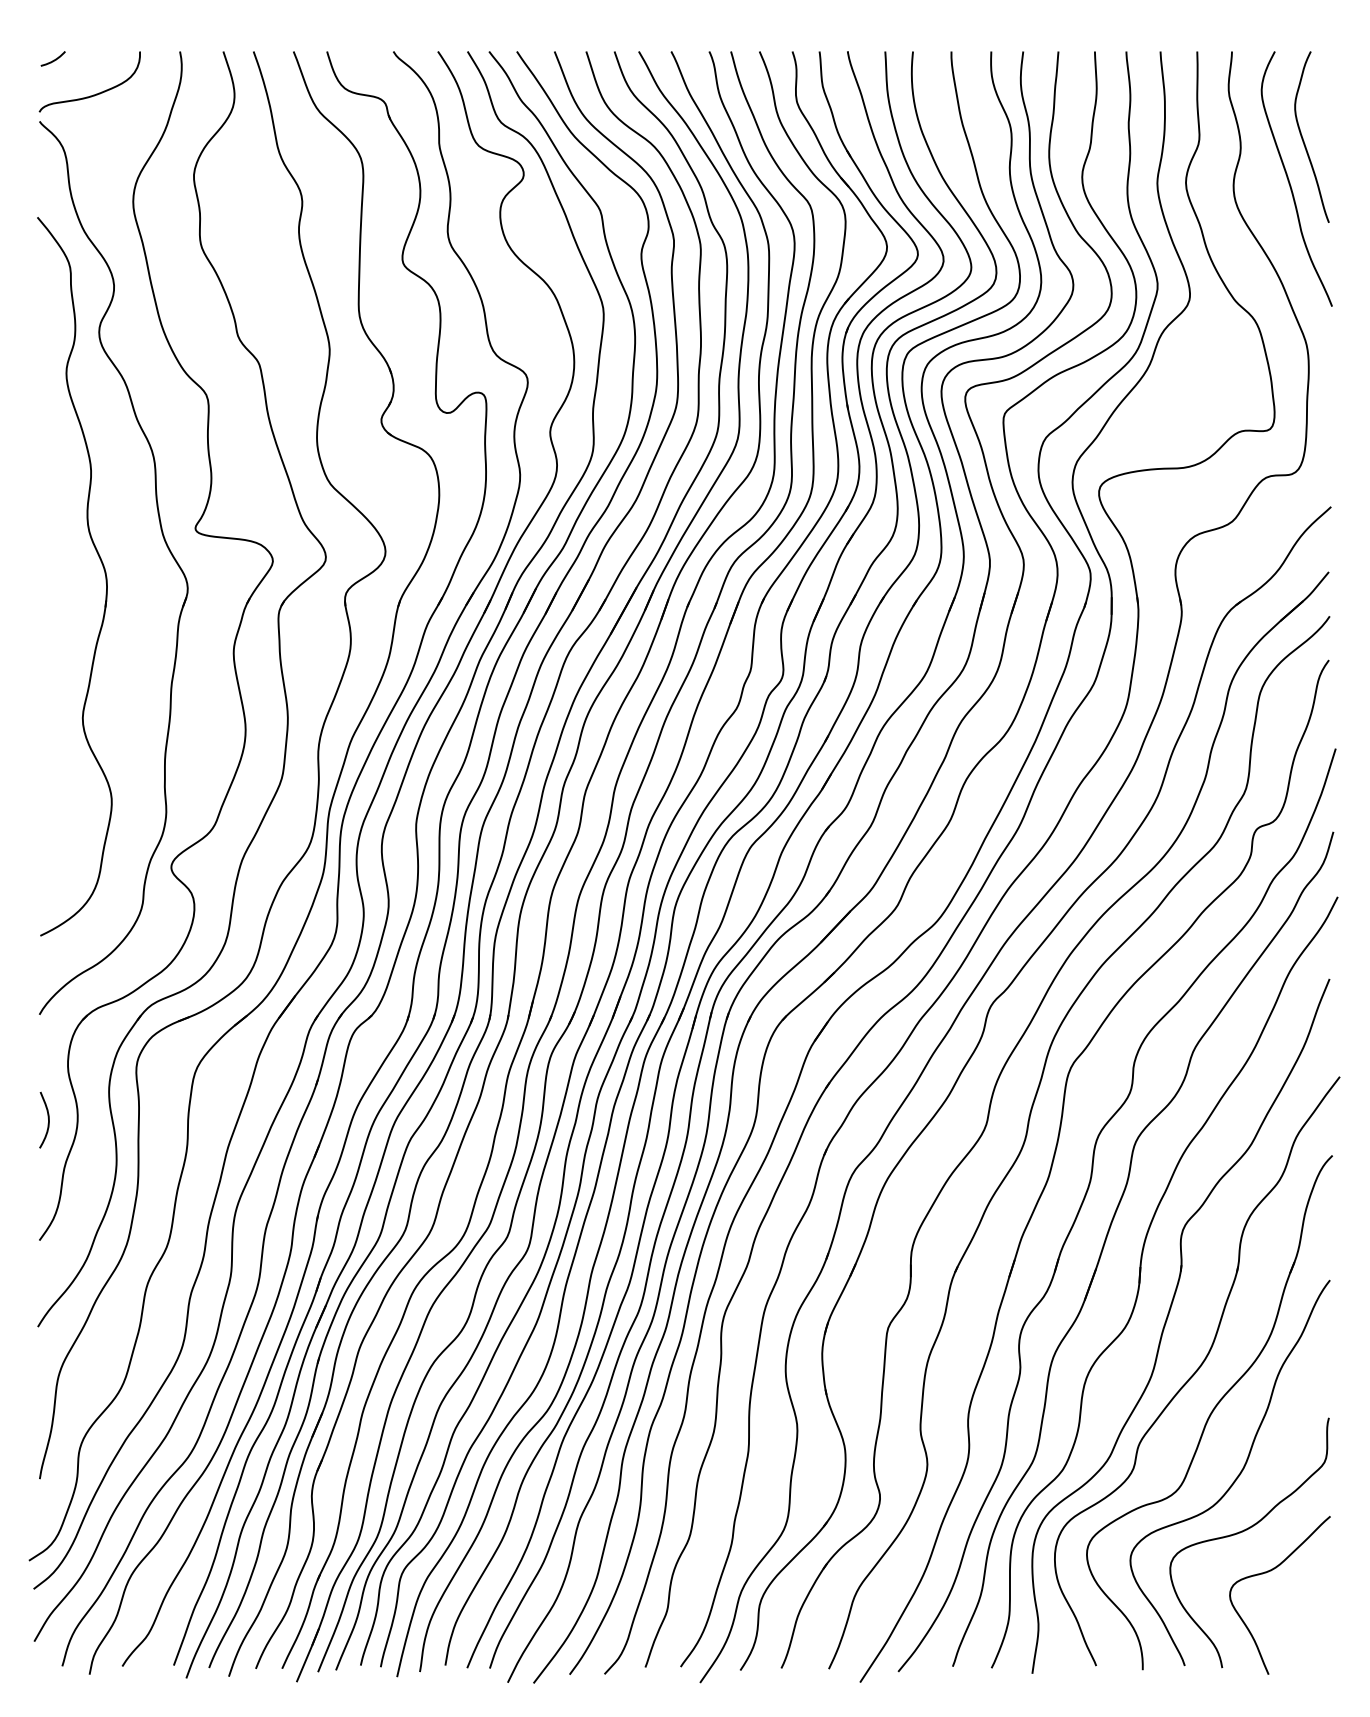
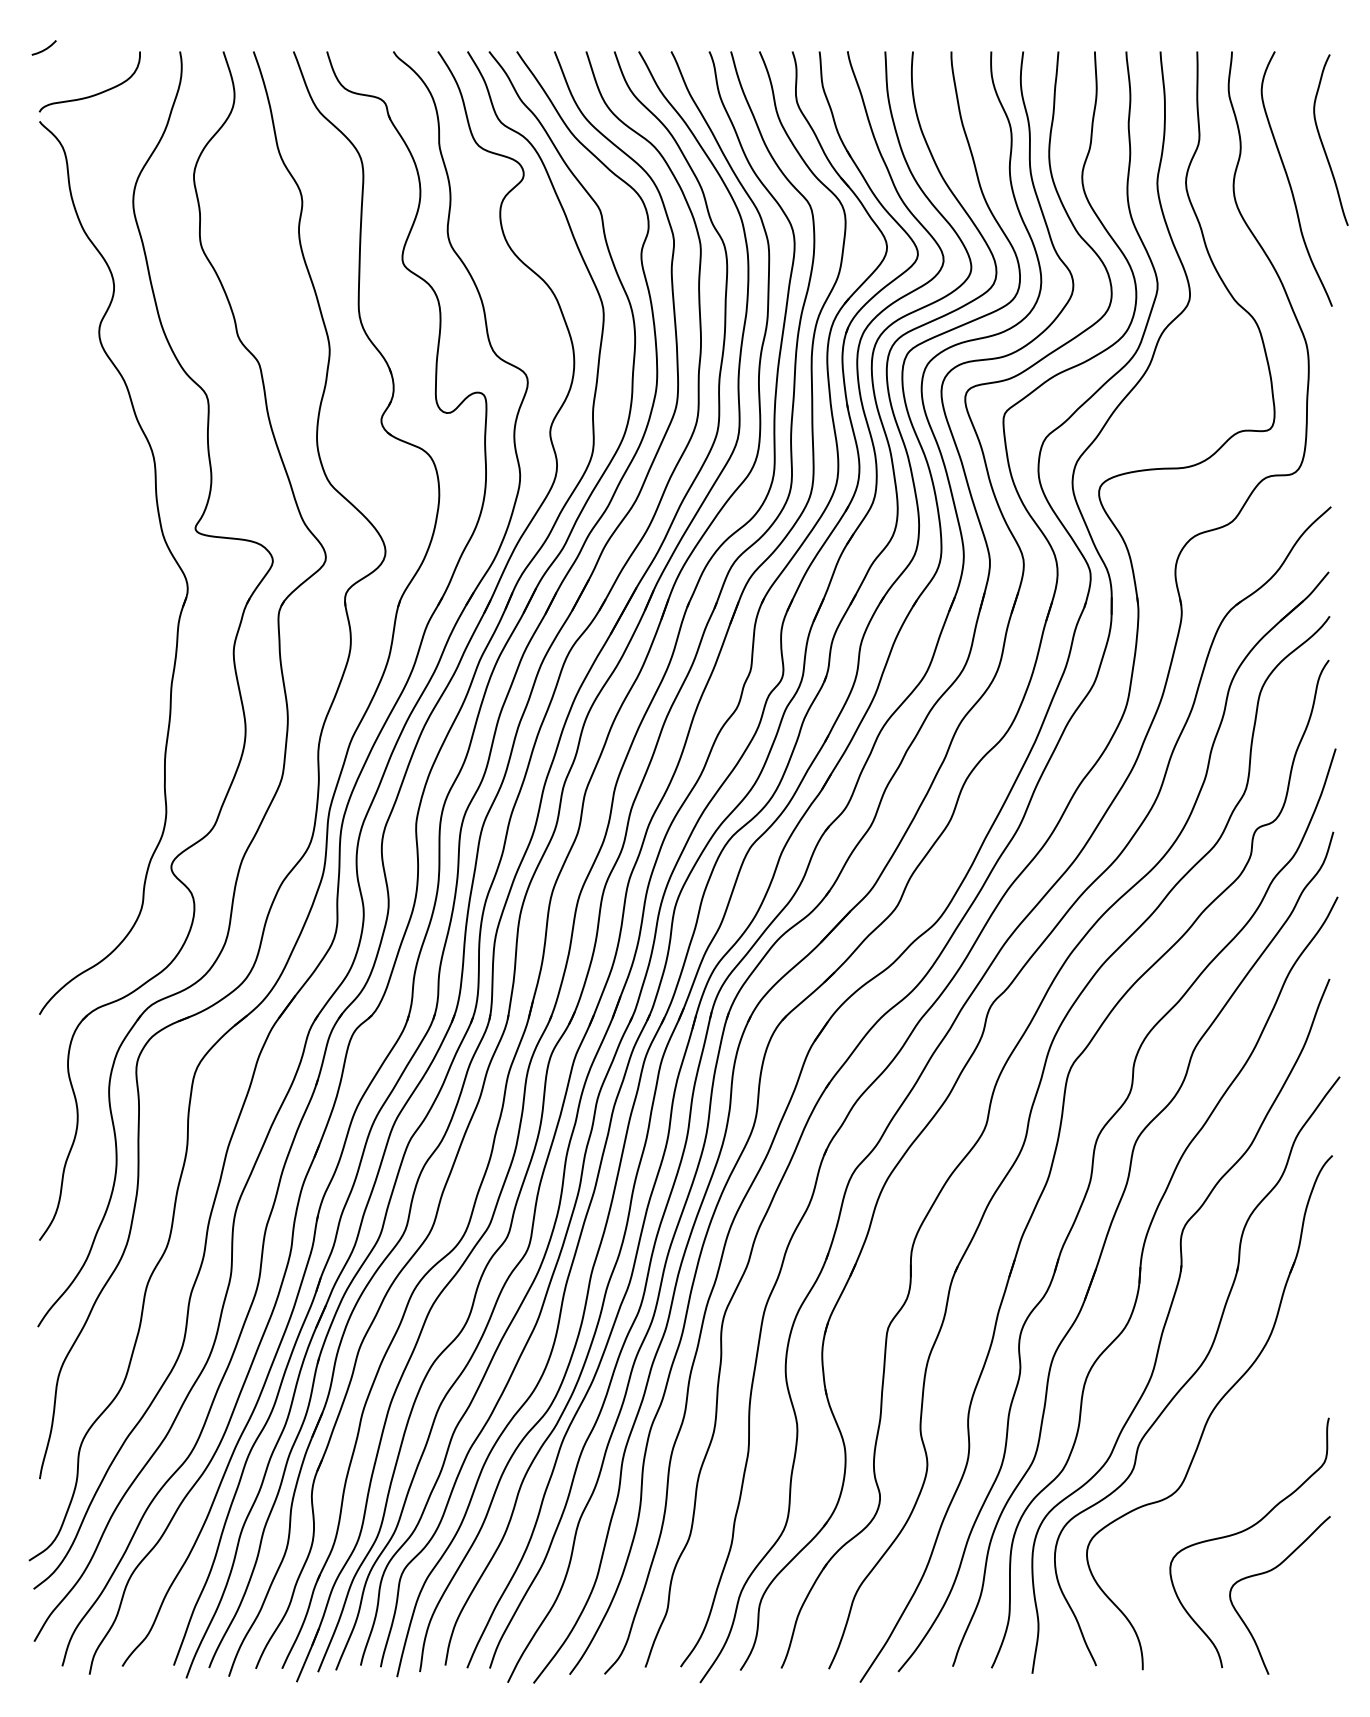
curve at (52, 60) position: (52, 60) -> (43, 49)
curve at (1304, 140) position: (1304, 140) -> (1323, 143)
part at (102, 566): present -> none
curve at (47, 1117): present -> none
curve at (1235, 1478): present -> none
